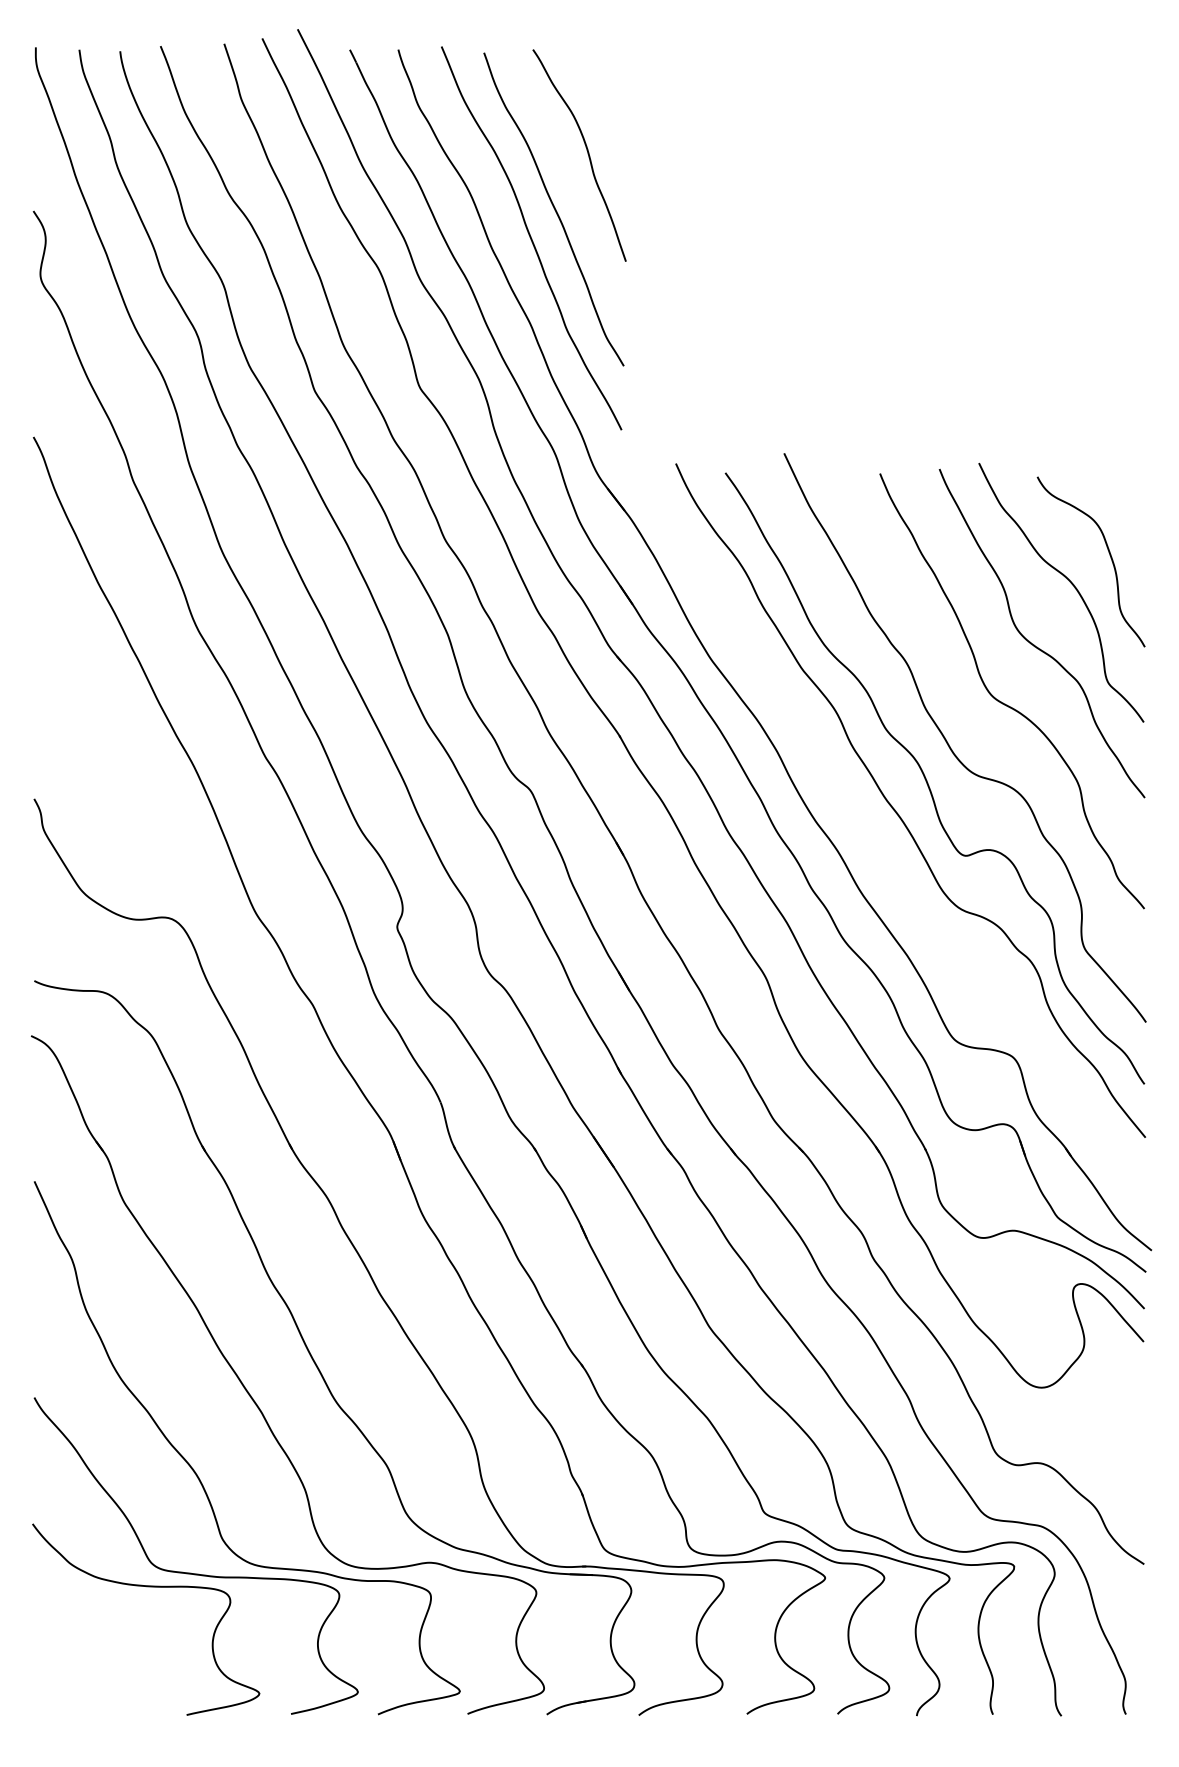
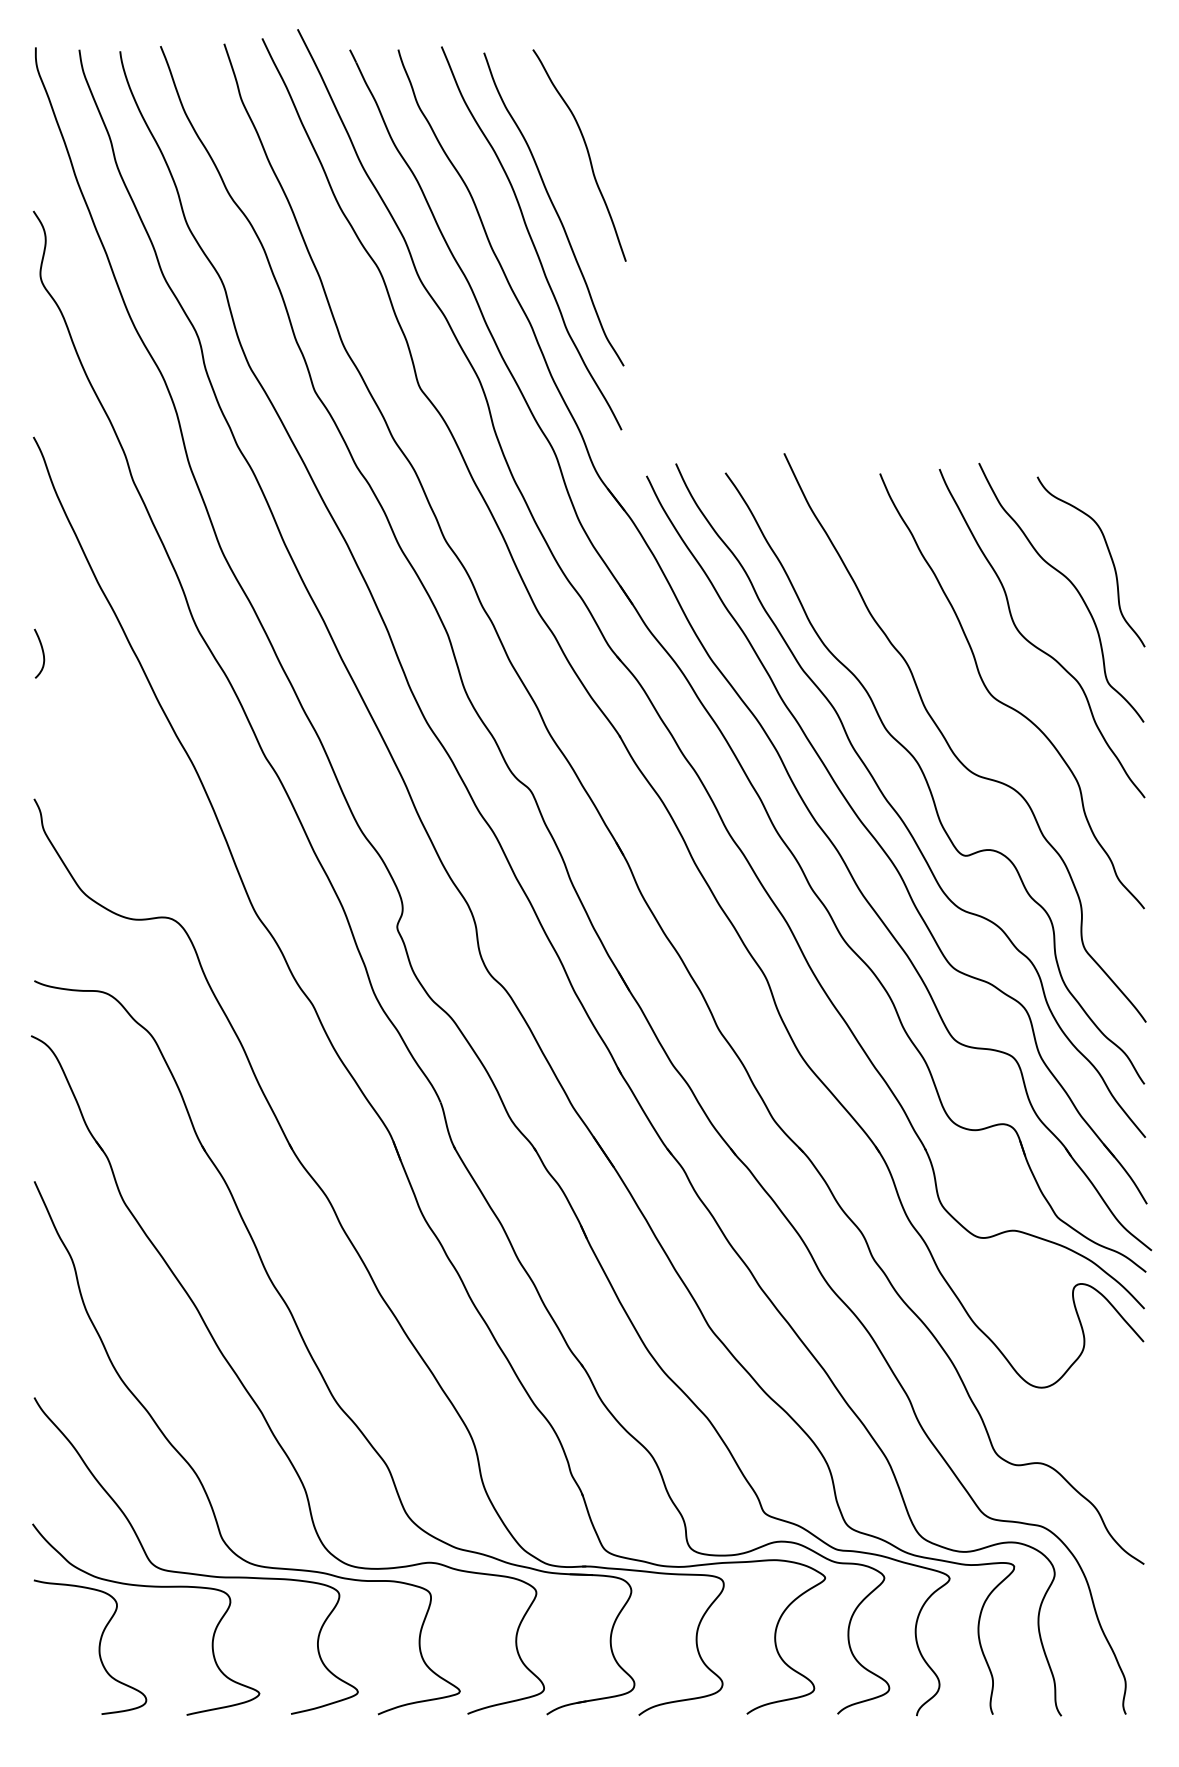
curve at (42, 653): none -> present
part at (884, 849): none -> present
curve at (98, 1646): none -> present
